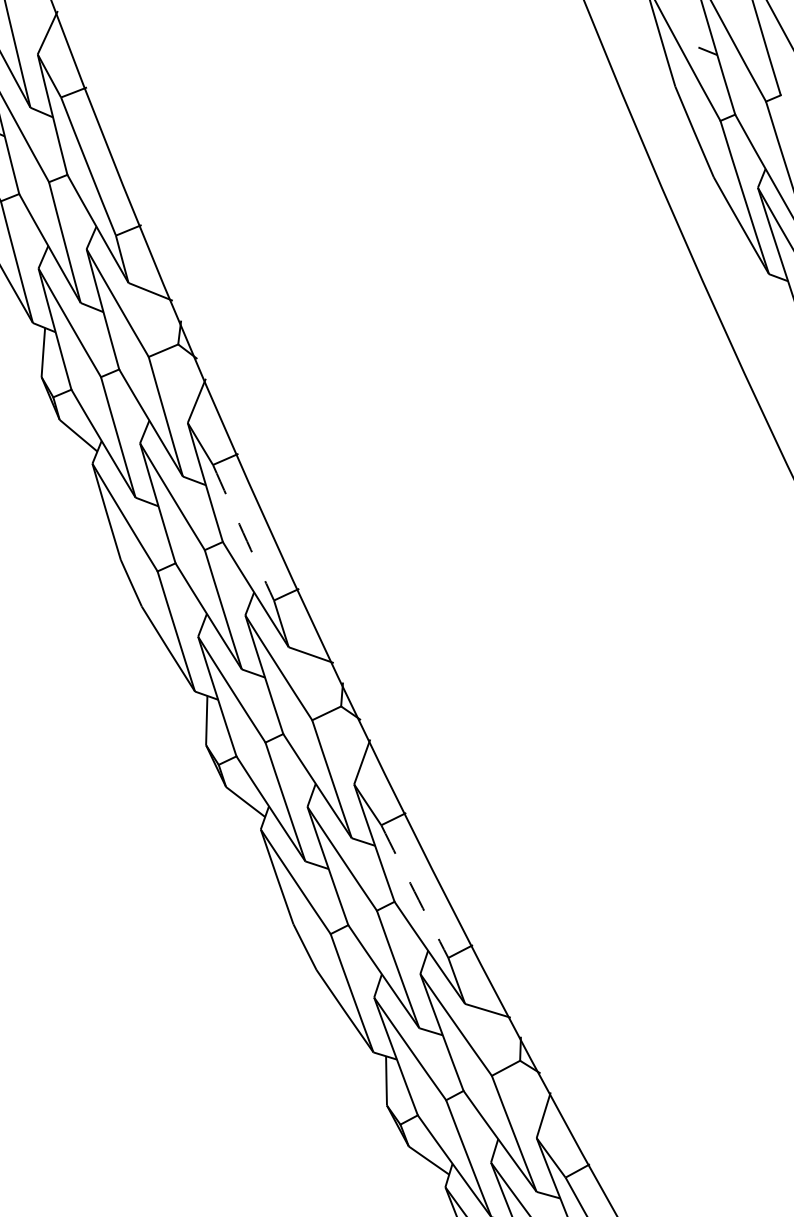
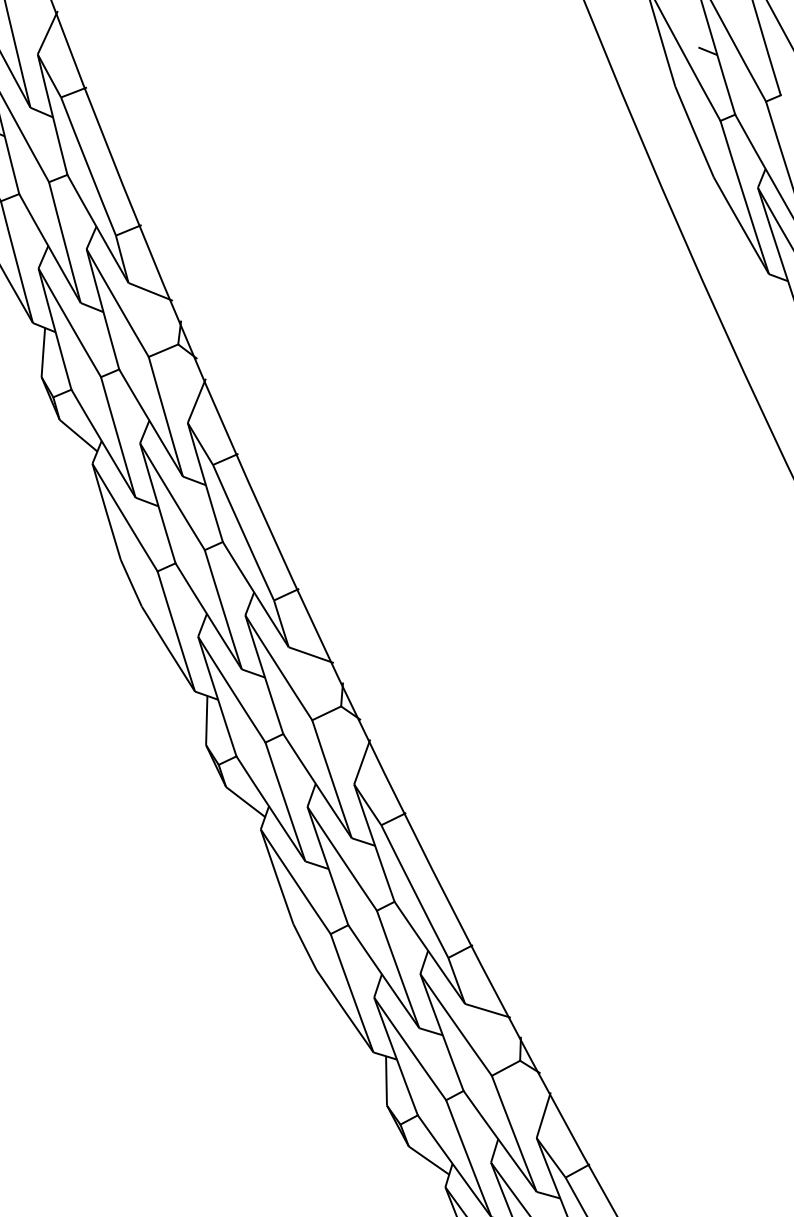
arc at (243, 532): dashed -> solid
arc at (414, 891): dashed -> solid
